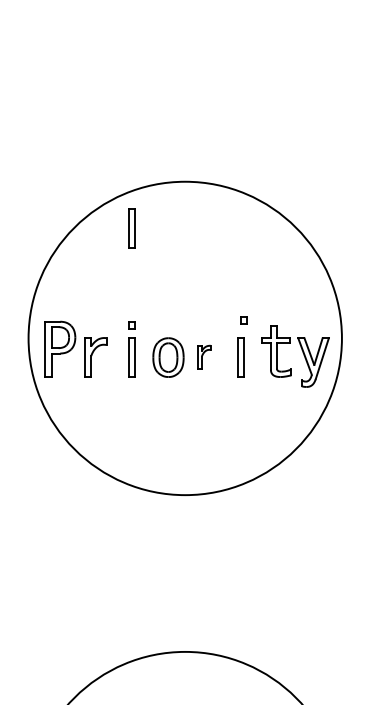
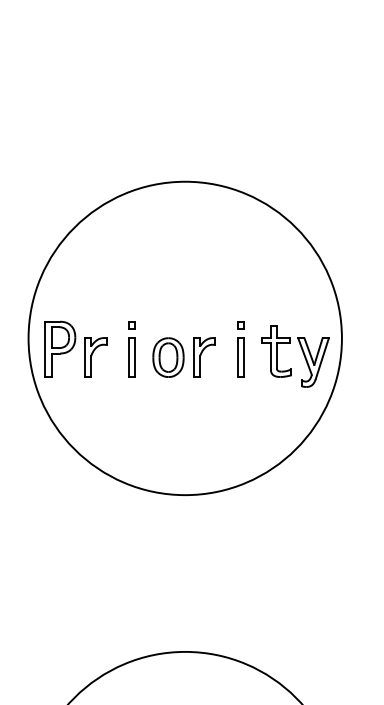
part at (131, 228): present -> none
part at (243, 320) position: (243, 320) -> (240, 325)
part at (204, 356) size: 15x26 px -> 23x41 px
